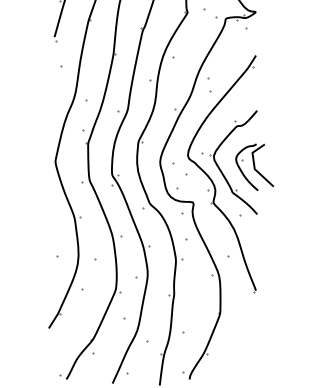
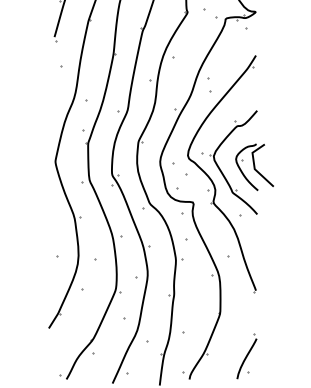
part at (246, 356): none -> present
